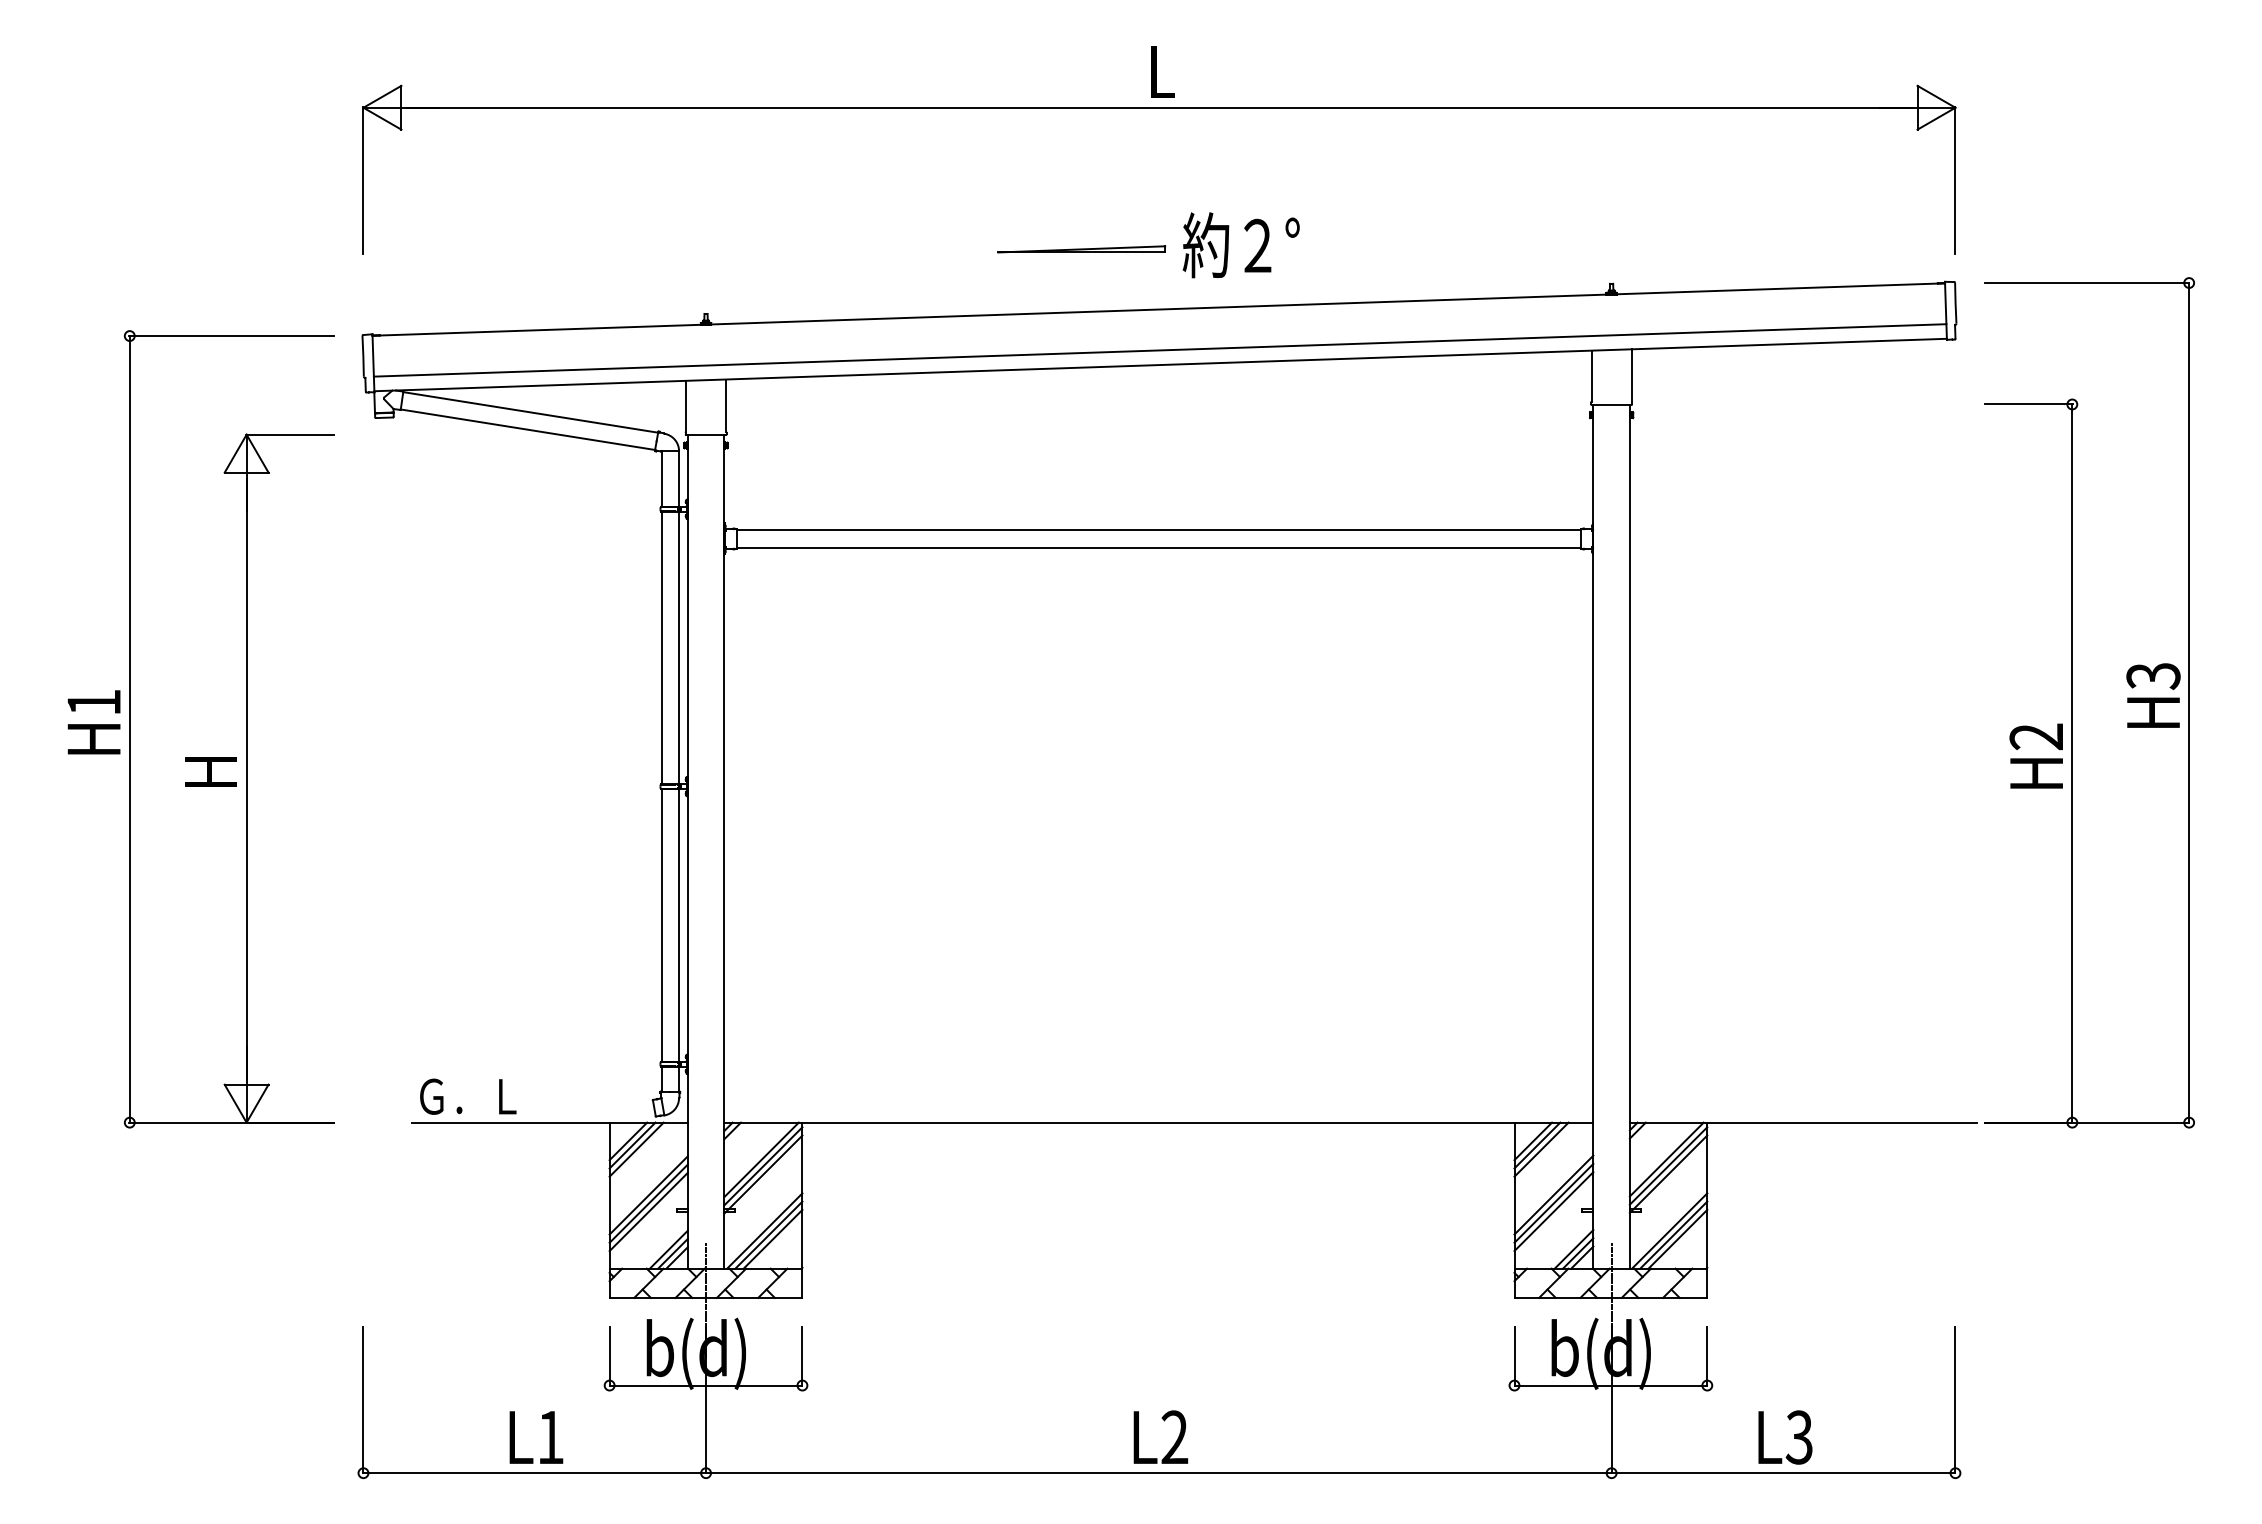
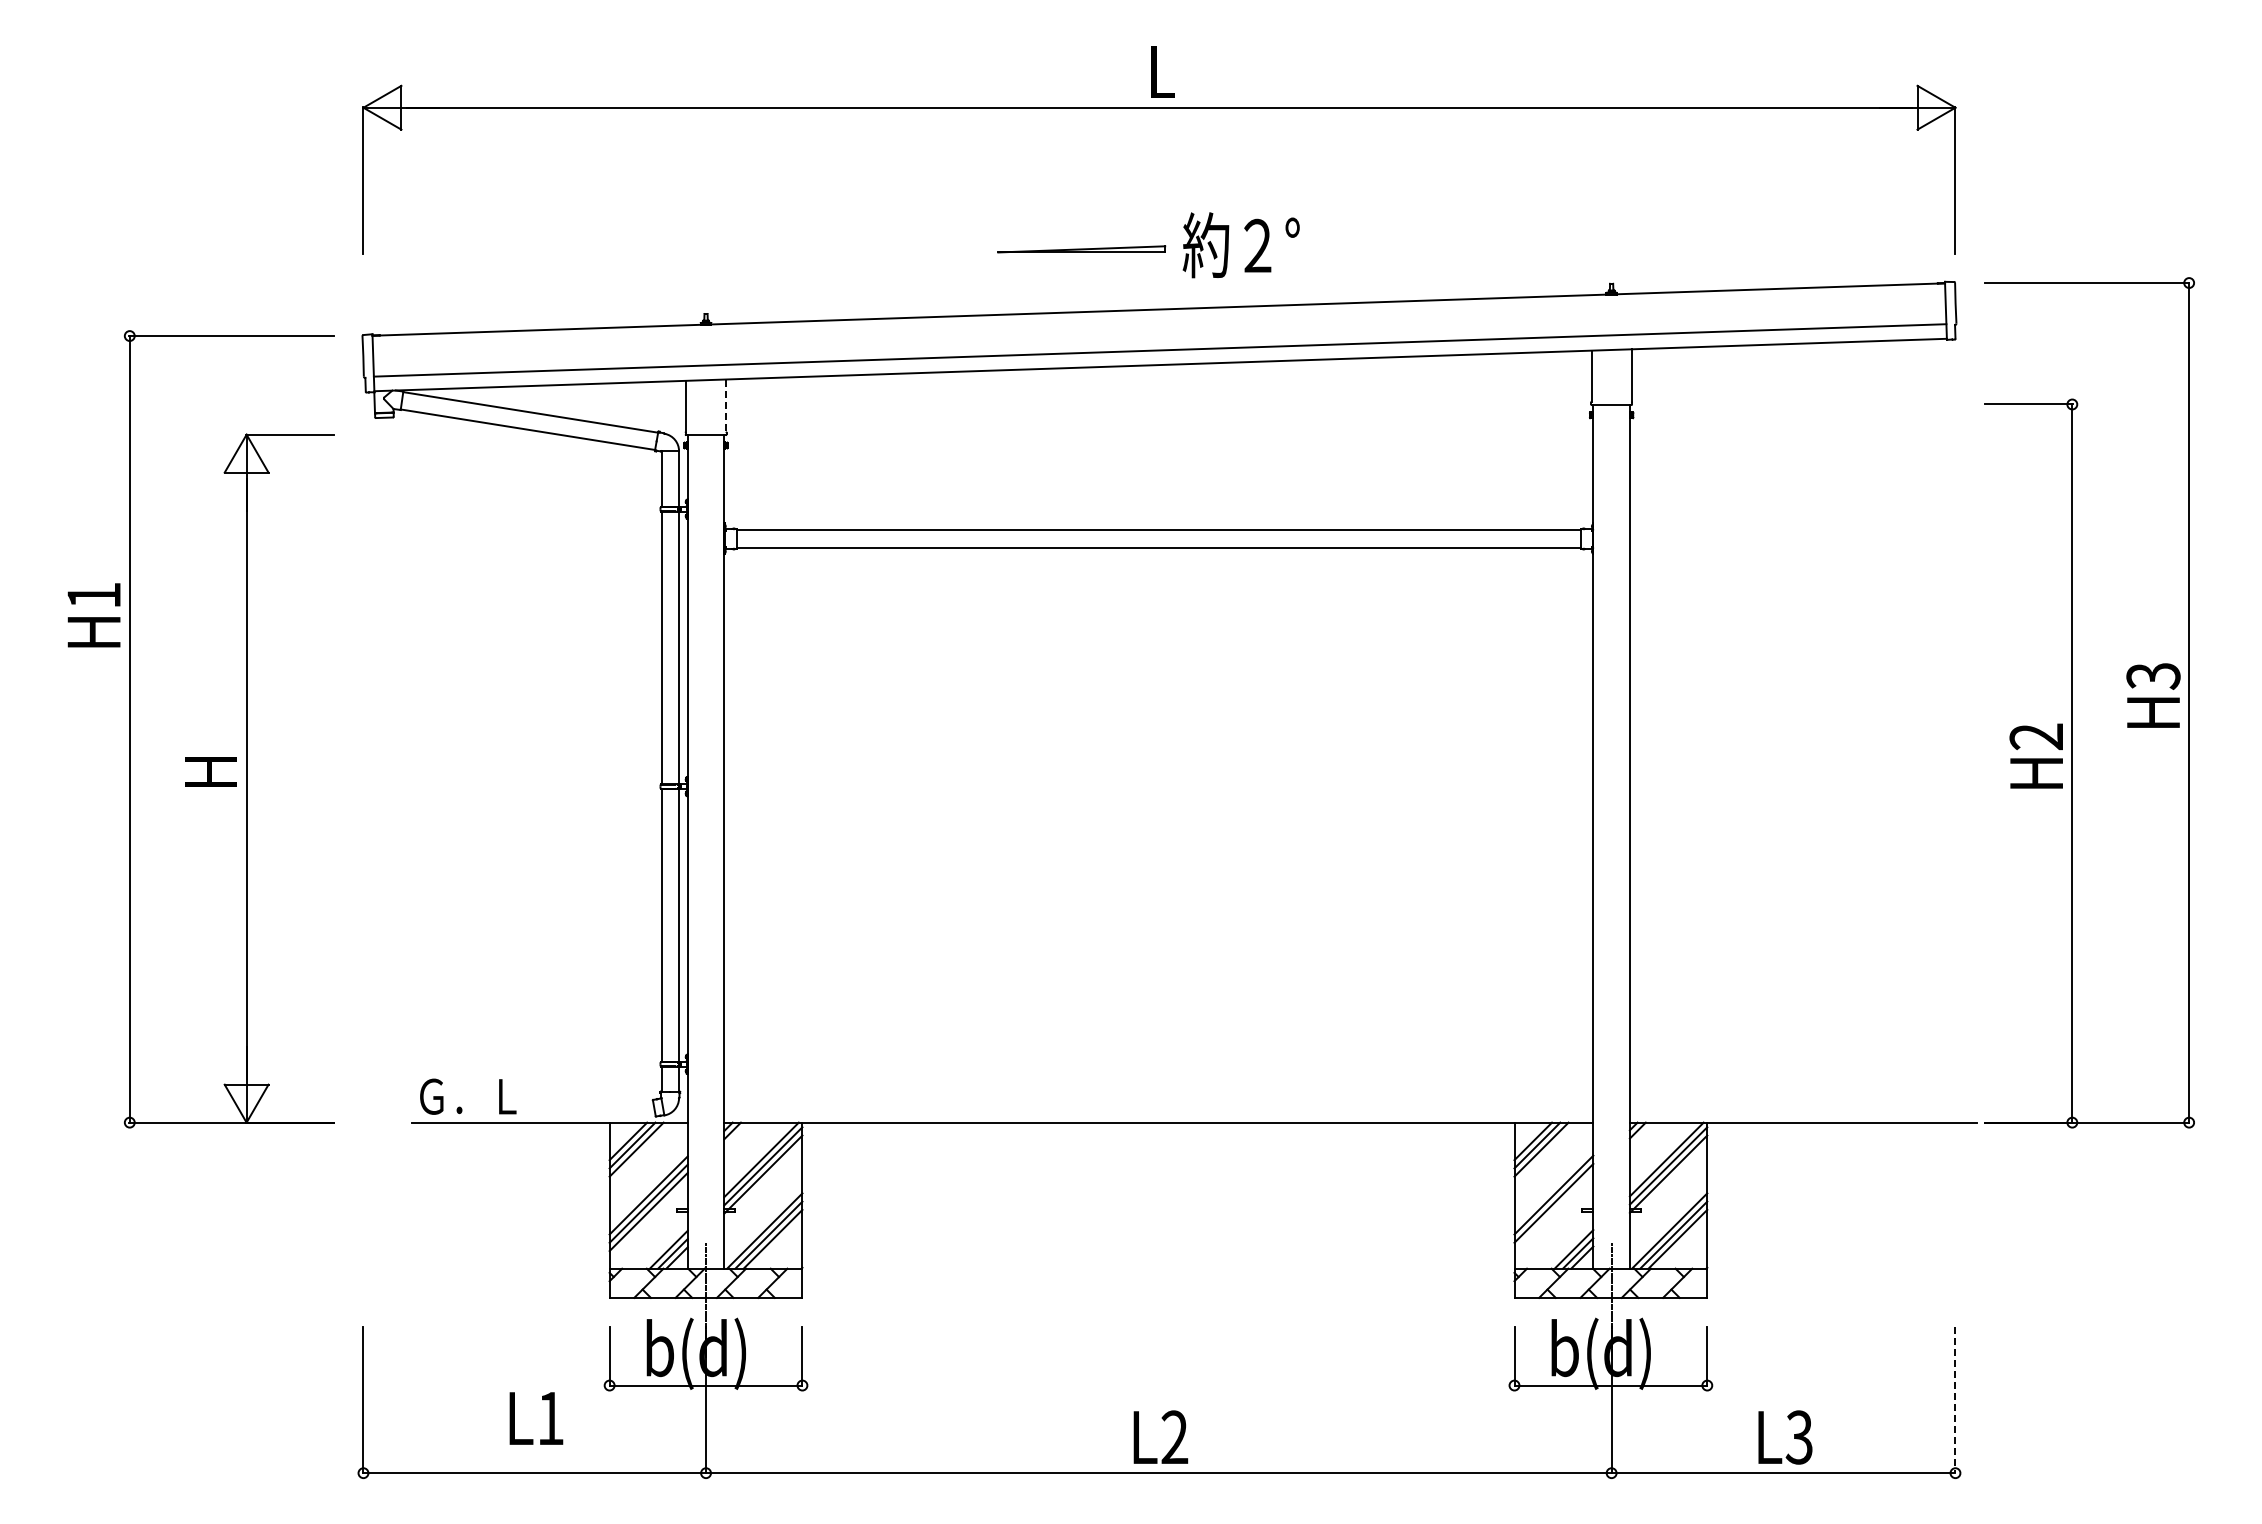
line at (726, 406): solid -> dashed
text at (93, 722) position: (93, 722) -> (93, 615)
line at (1553, 1211): present -> none
line at (1955, 1400): solid -> dashed
text at (536, 1437) position: (536, 1437) -> (536, 1418)
